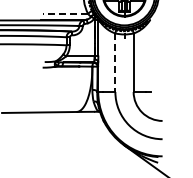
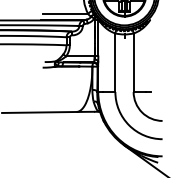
line at (65, 14): dashed -> solid
line at (115, 63): dashed -> solid
